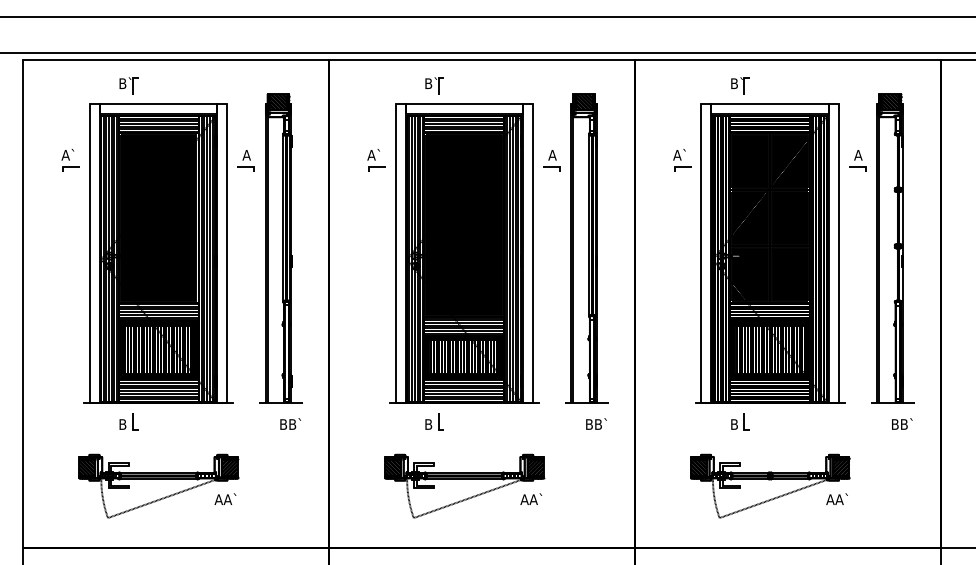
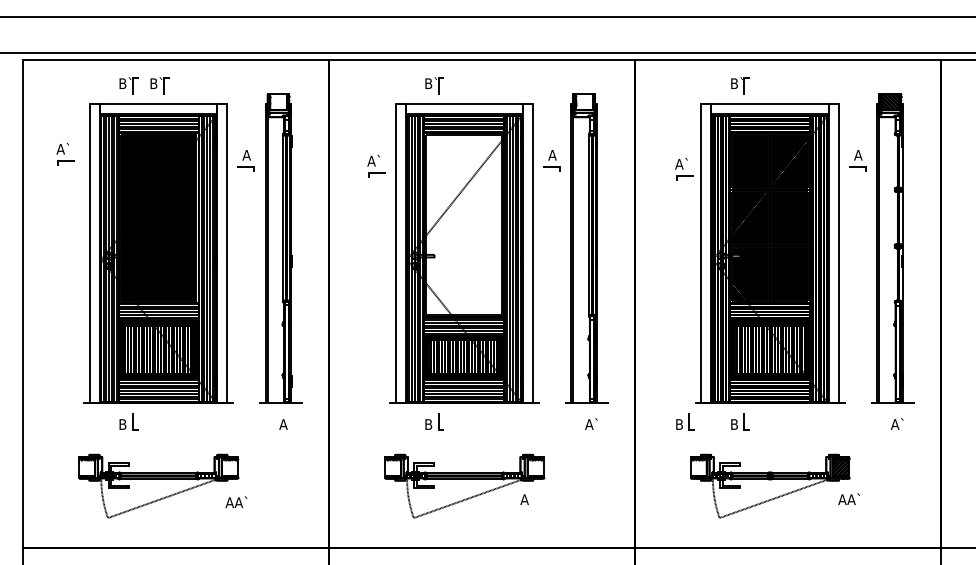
part at (159, 85): none -> present
hatch at (277, 101): present -> none
hatch at (583, 101): present -> none
part at (70, 160) position: (70, 160) -> (65, 154)
part at (376, 160) position: (376, 160) -> (376, 166)
part at (682, 160) position: (682, 160) -> (684, 169)
fill at (464, 224): present -> none
part at (685, 421): none -> present
text at (290, 423): BB` -> A
text at (595, 423): BB` -> A`
text at (901, 423): BB` -> A`
hatch at (86, 467): present -> none
hatch at (229, 467): present -> none
hatch at (392, 467): present -> none
hatch at (535, 467): present -> none
hatch at (698, 467): present -> none
text at (225, 498) position: (225, 498) -> (236, 501)
text at (535, 498): AA` -> A
text at (836, 498) position: (836, 498) -> (848, 498)
